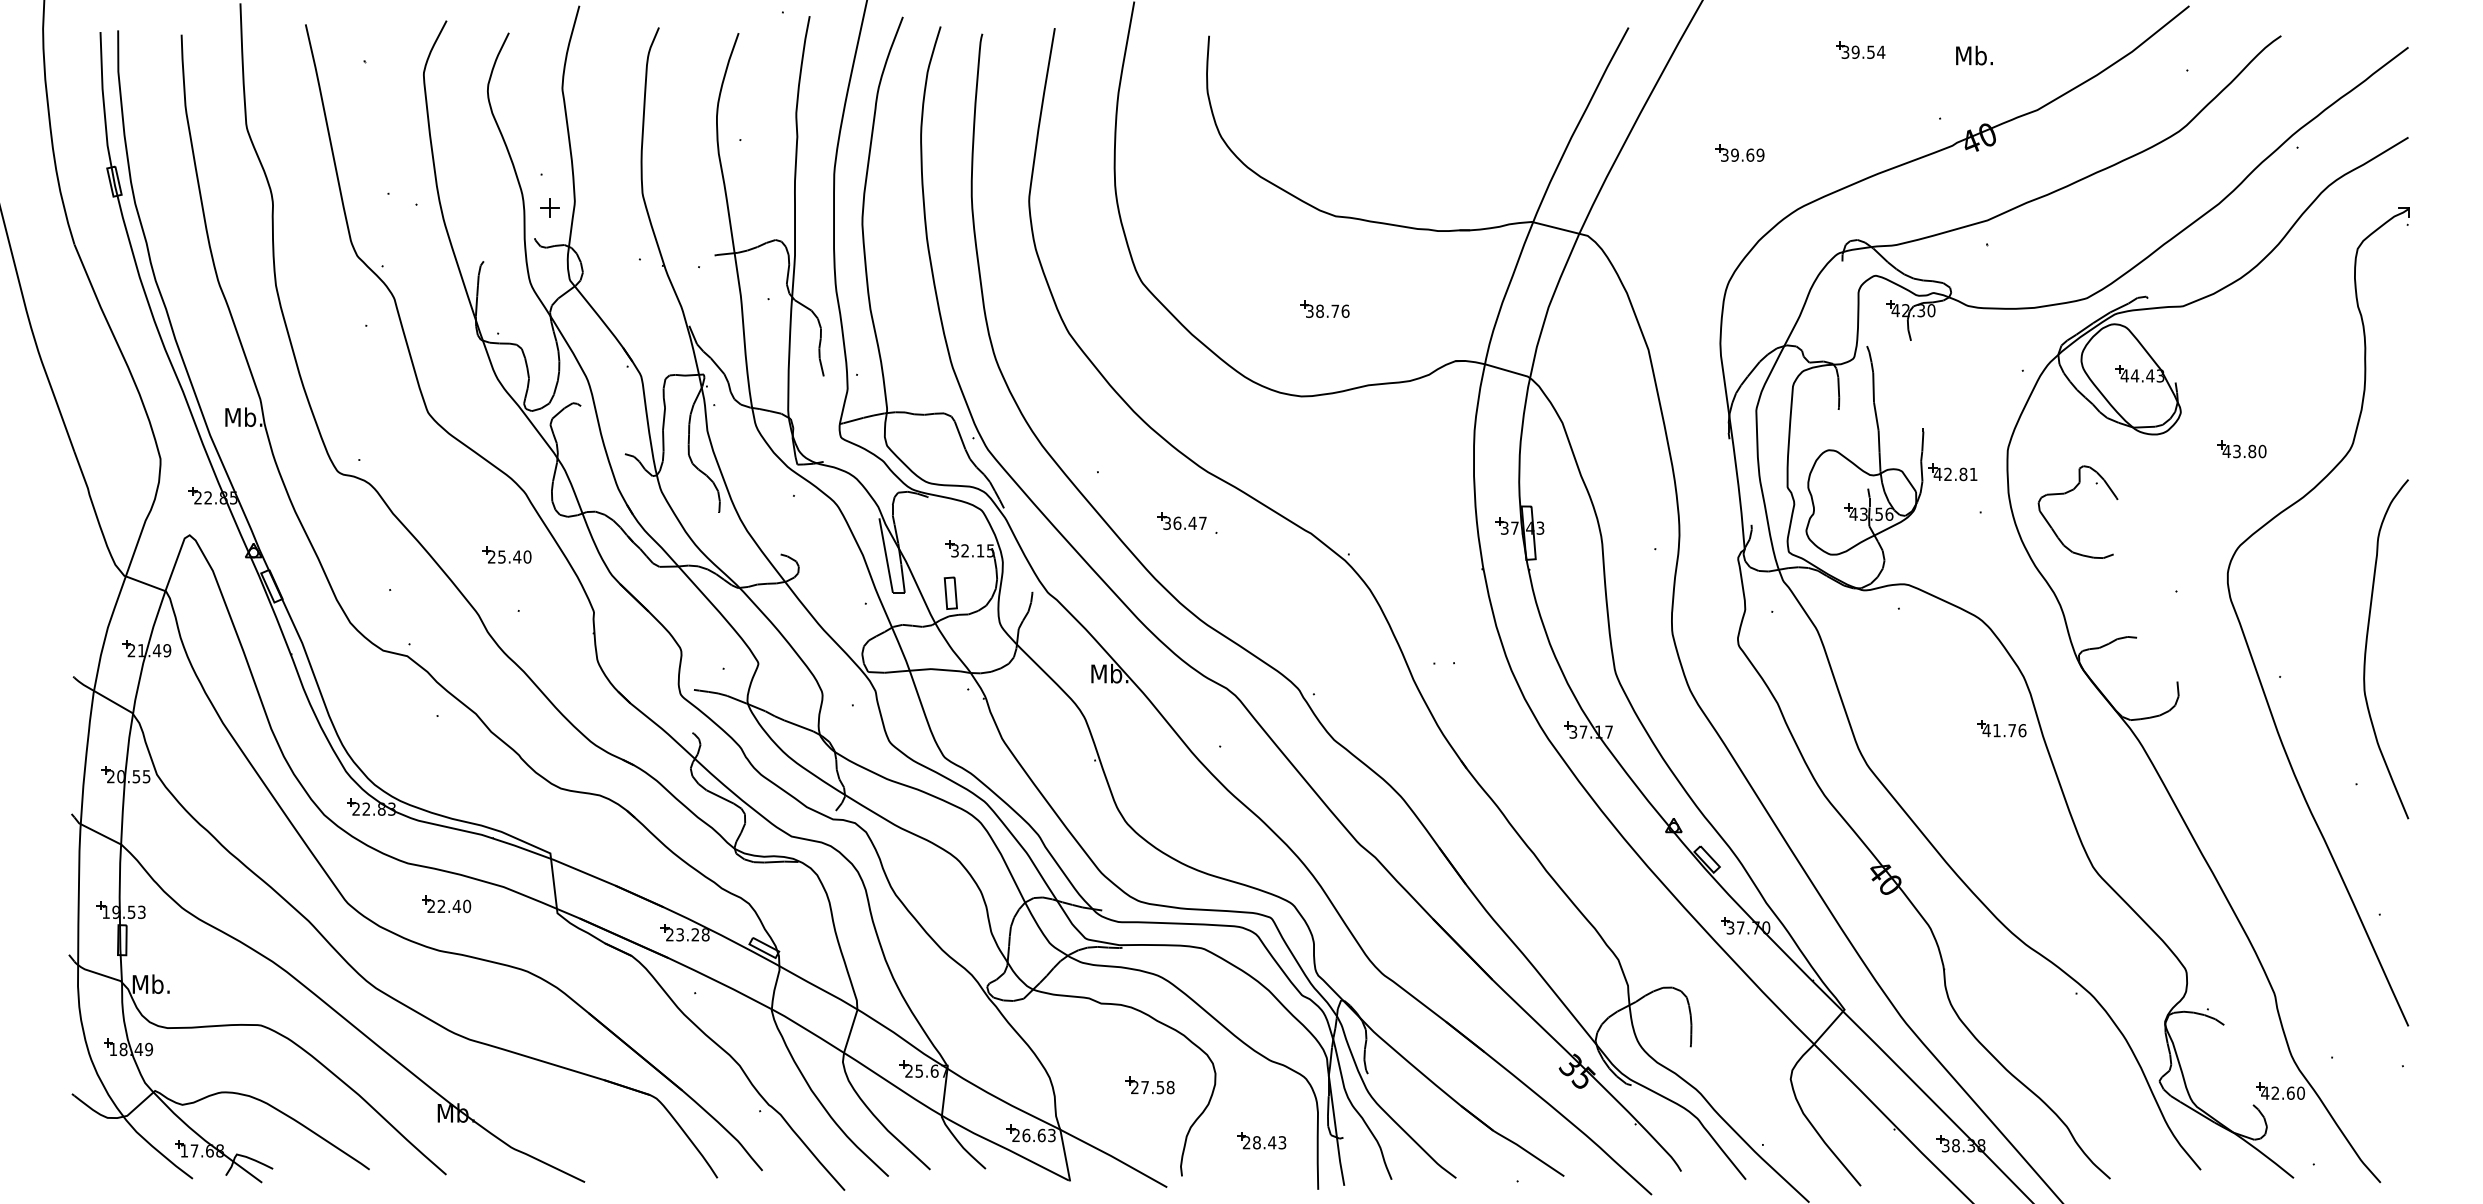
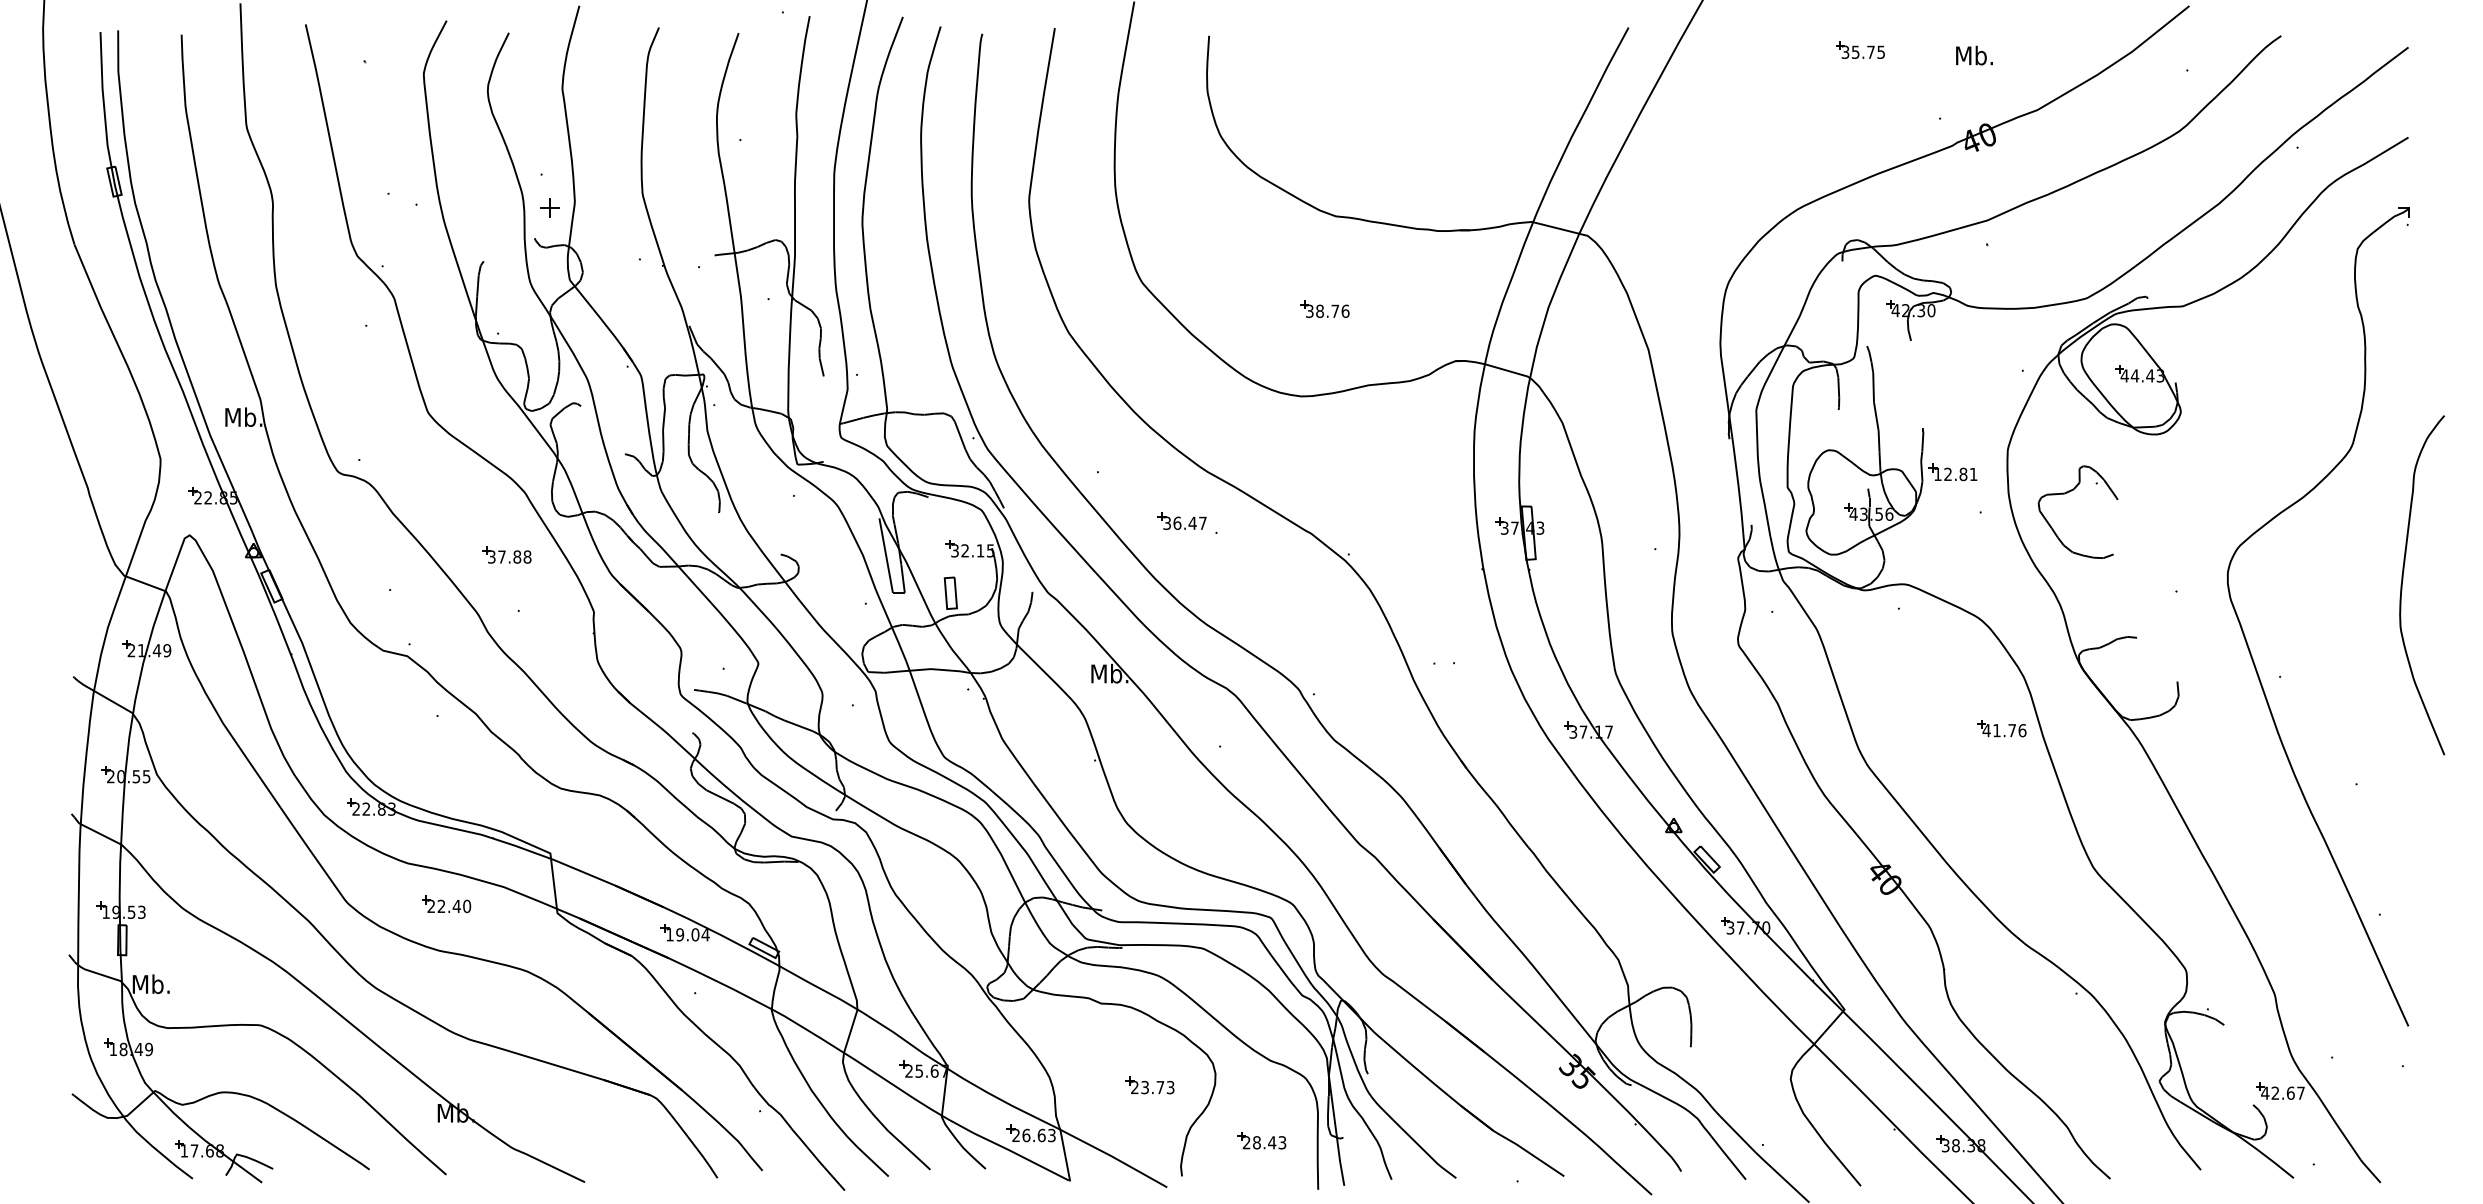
text at (1868, 51): 39.54 -> 35.75
part at (1739, 152): present -> none
part at (2241, 449): present -> none
text at (1937, 474): 42.81 -> 12.81
text at (509, 556): 25.40 -> 37.88
curve at (2367, 644) position: (2367, 644) -> (2403, 580)
text at (687, 934): 23.28 -> 19.04
text at (1157, 1087): 27.58 -> 23.73
text at (2300, 1092): 42.60 -> 42.67
